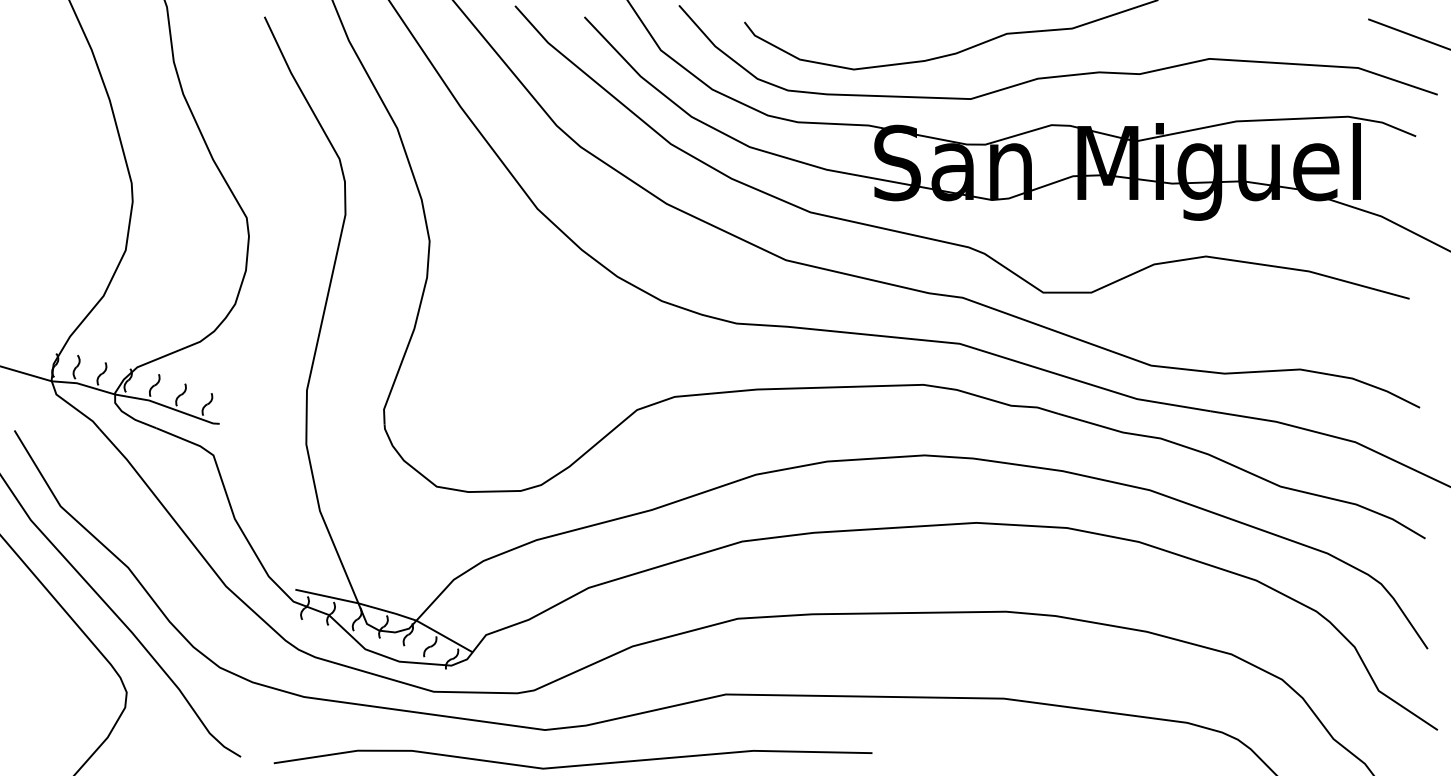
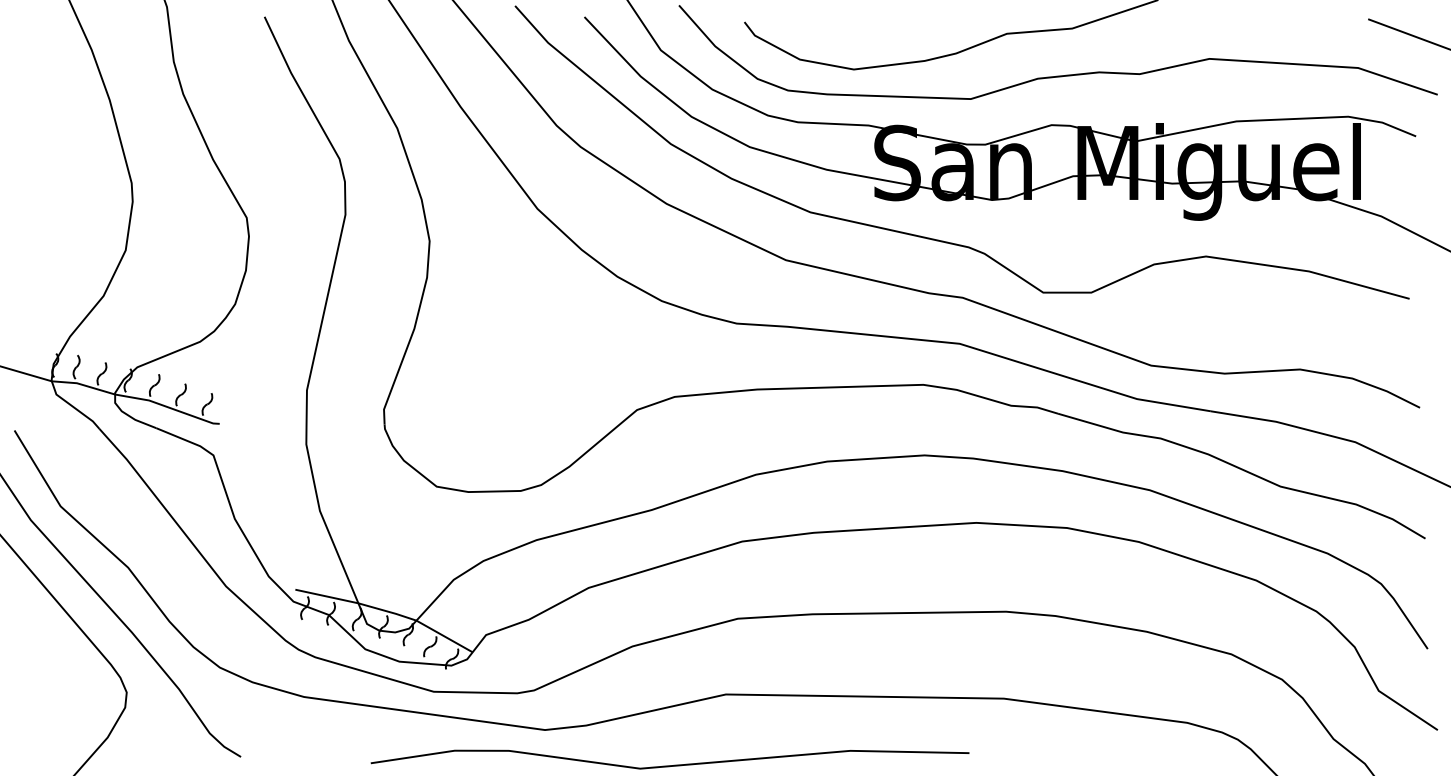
curve at (572, 765) position: (572, 765) -> (669, 765)
